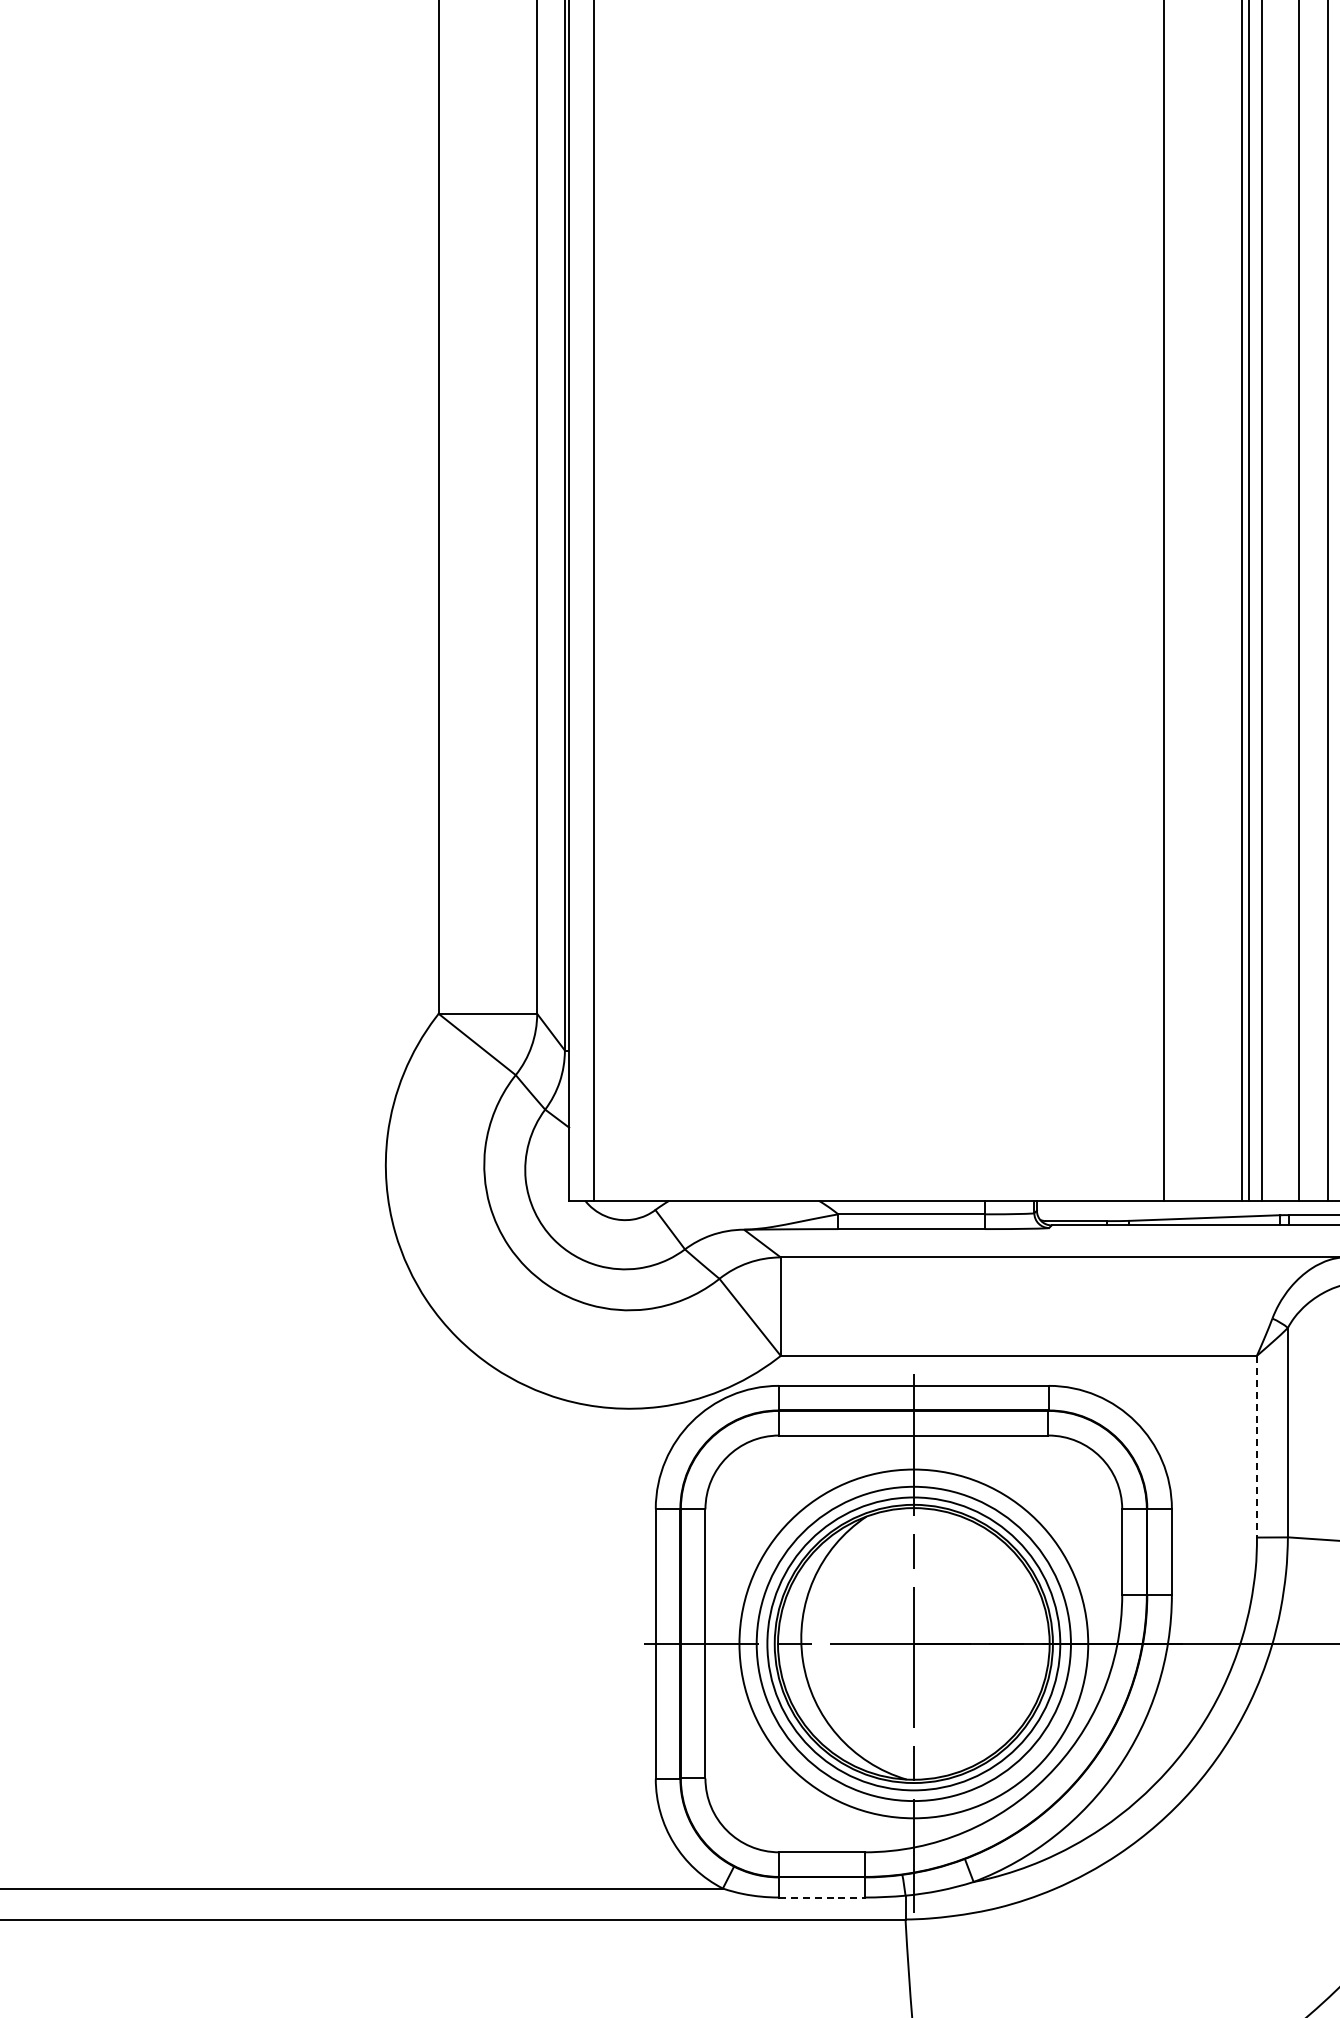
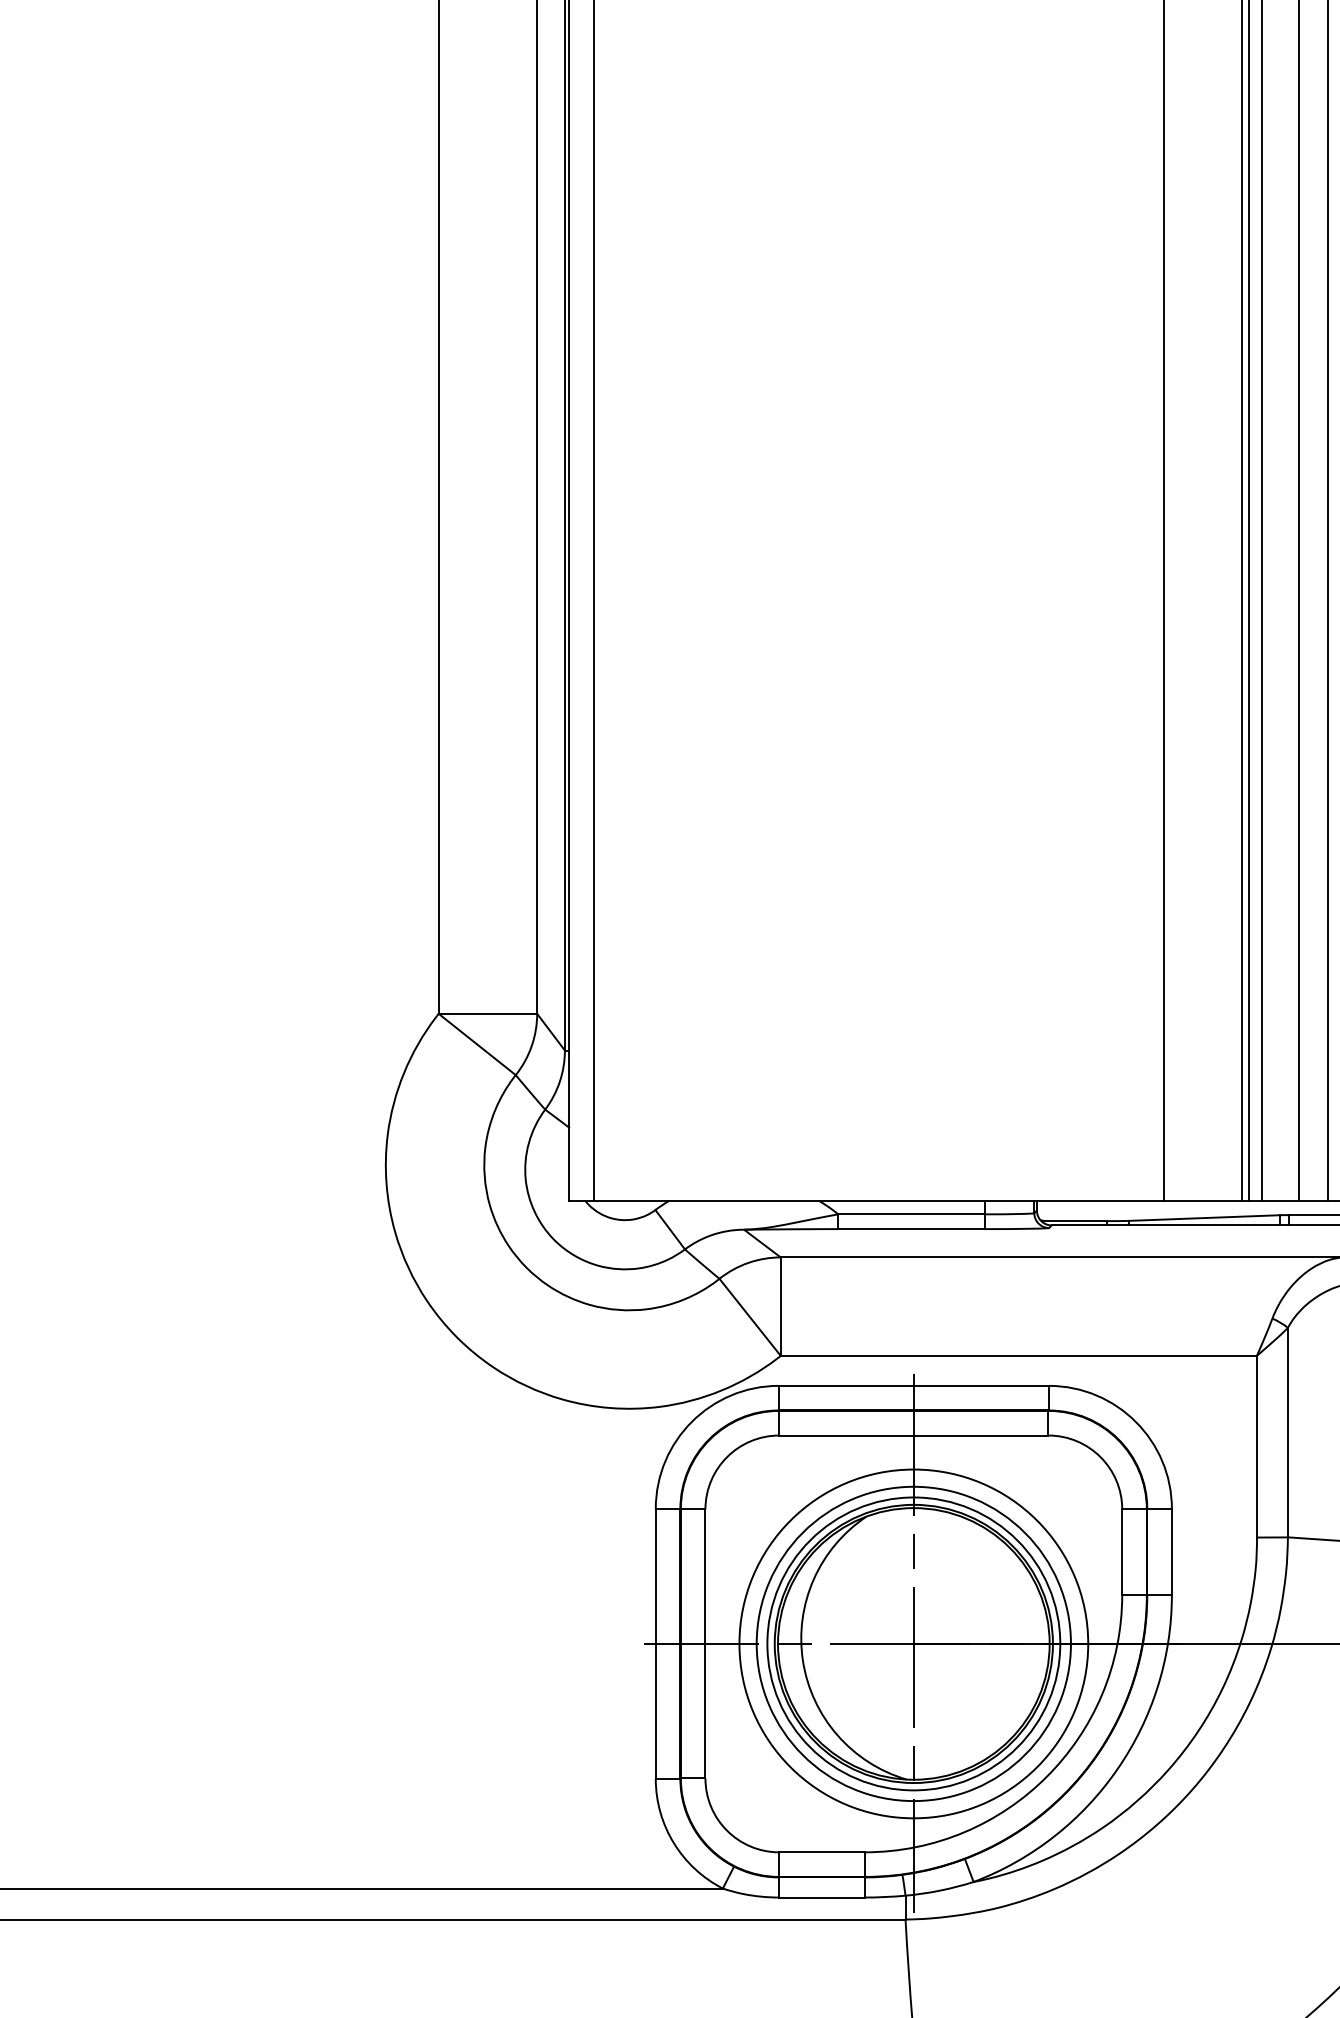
line at (1256, 1446): dashed -> solid
line at (821, 1897): dashed -> solid
